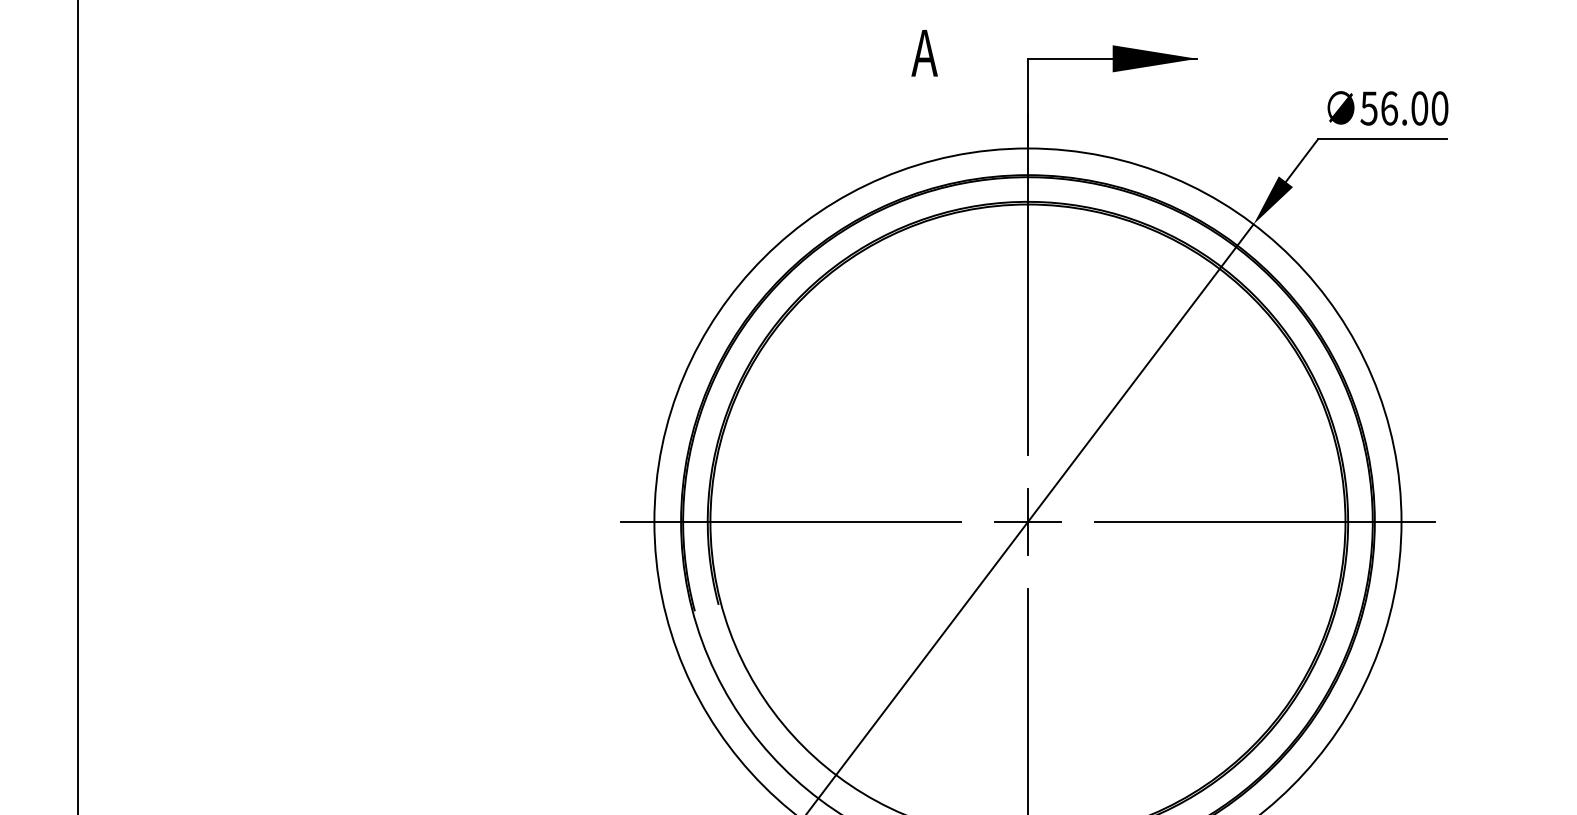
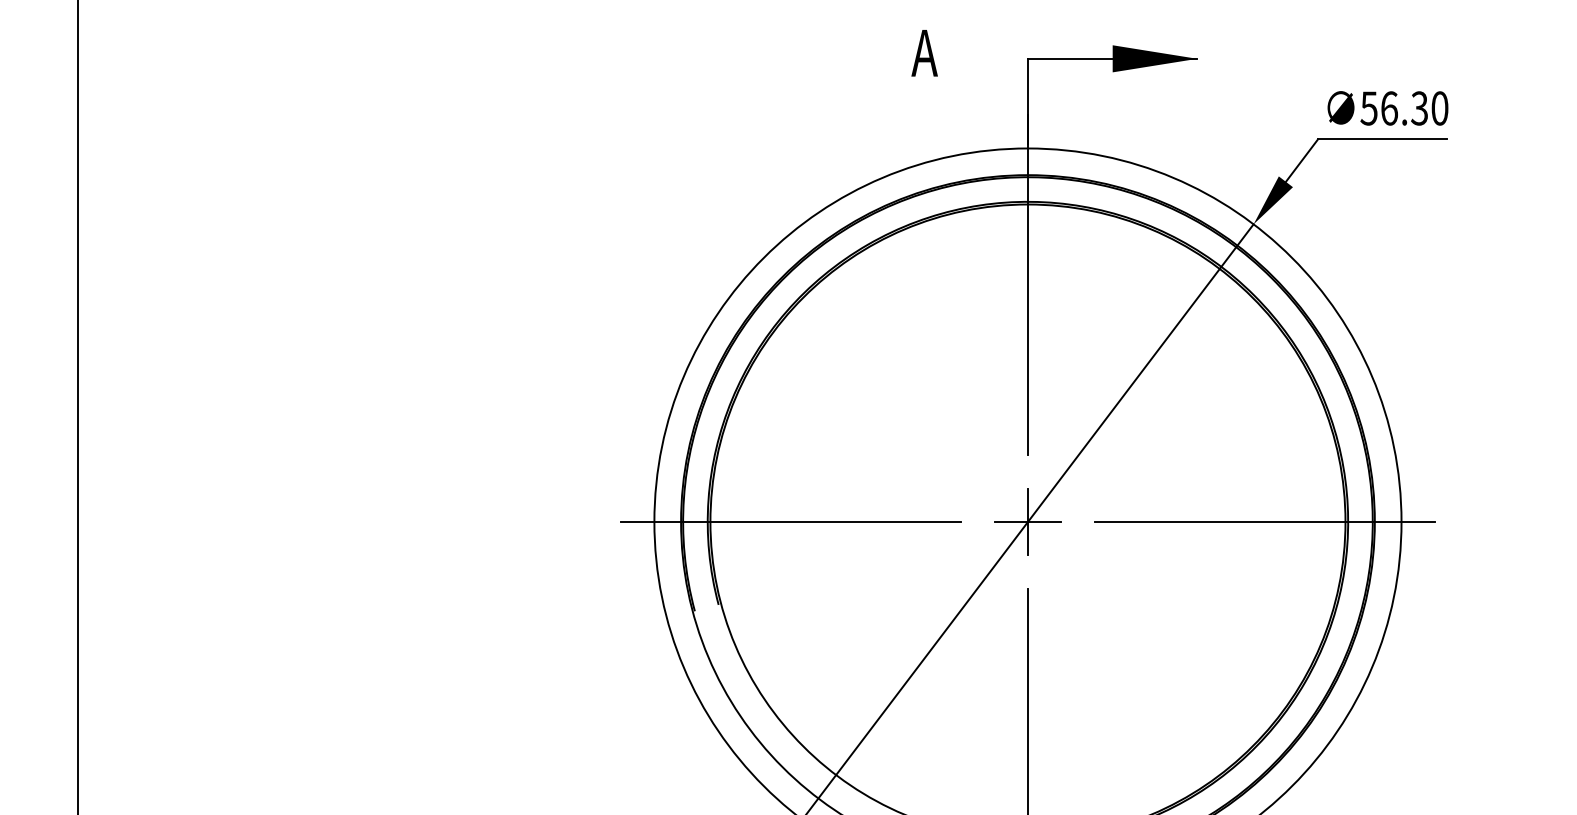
text at (1419, 108): 56.00 -> 56.30
